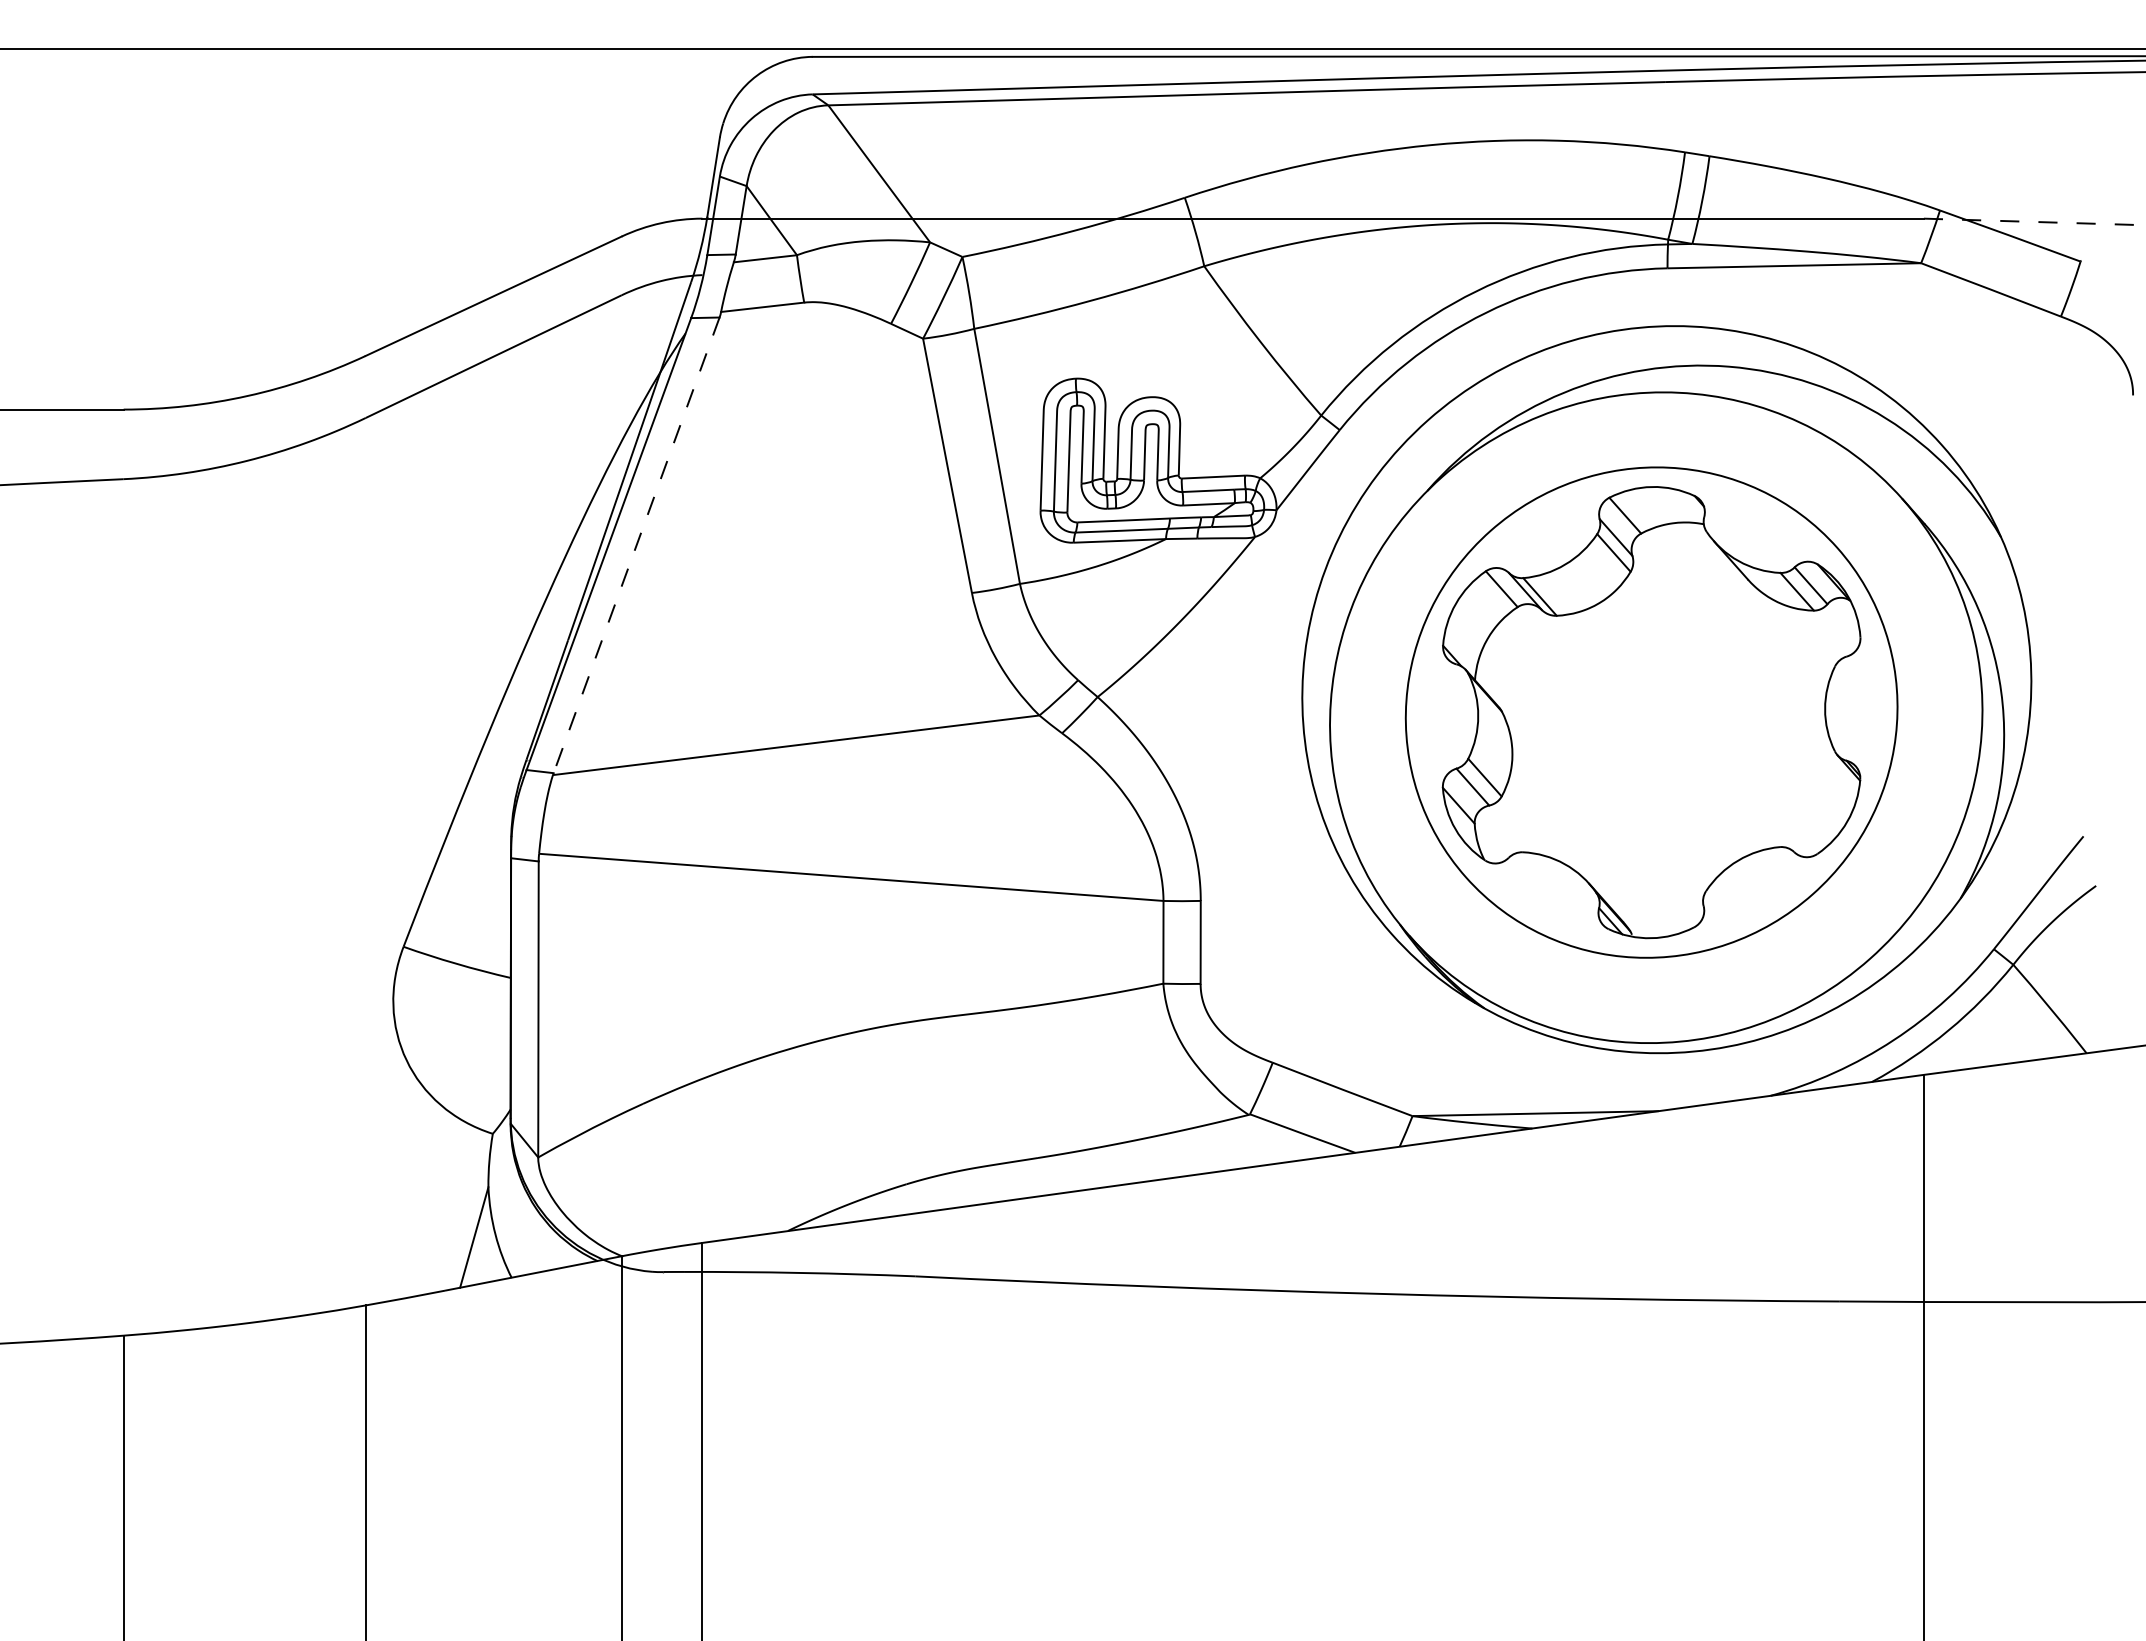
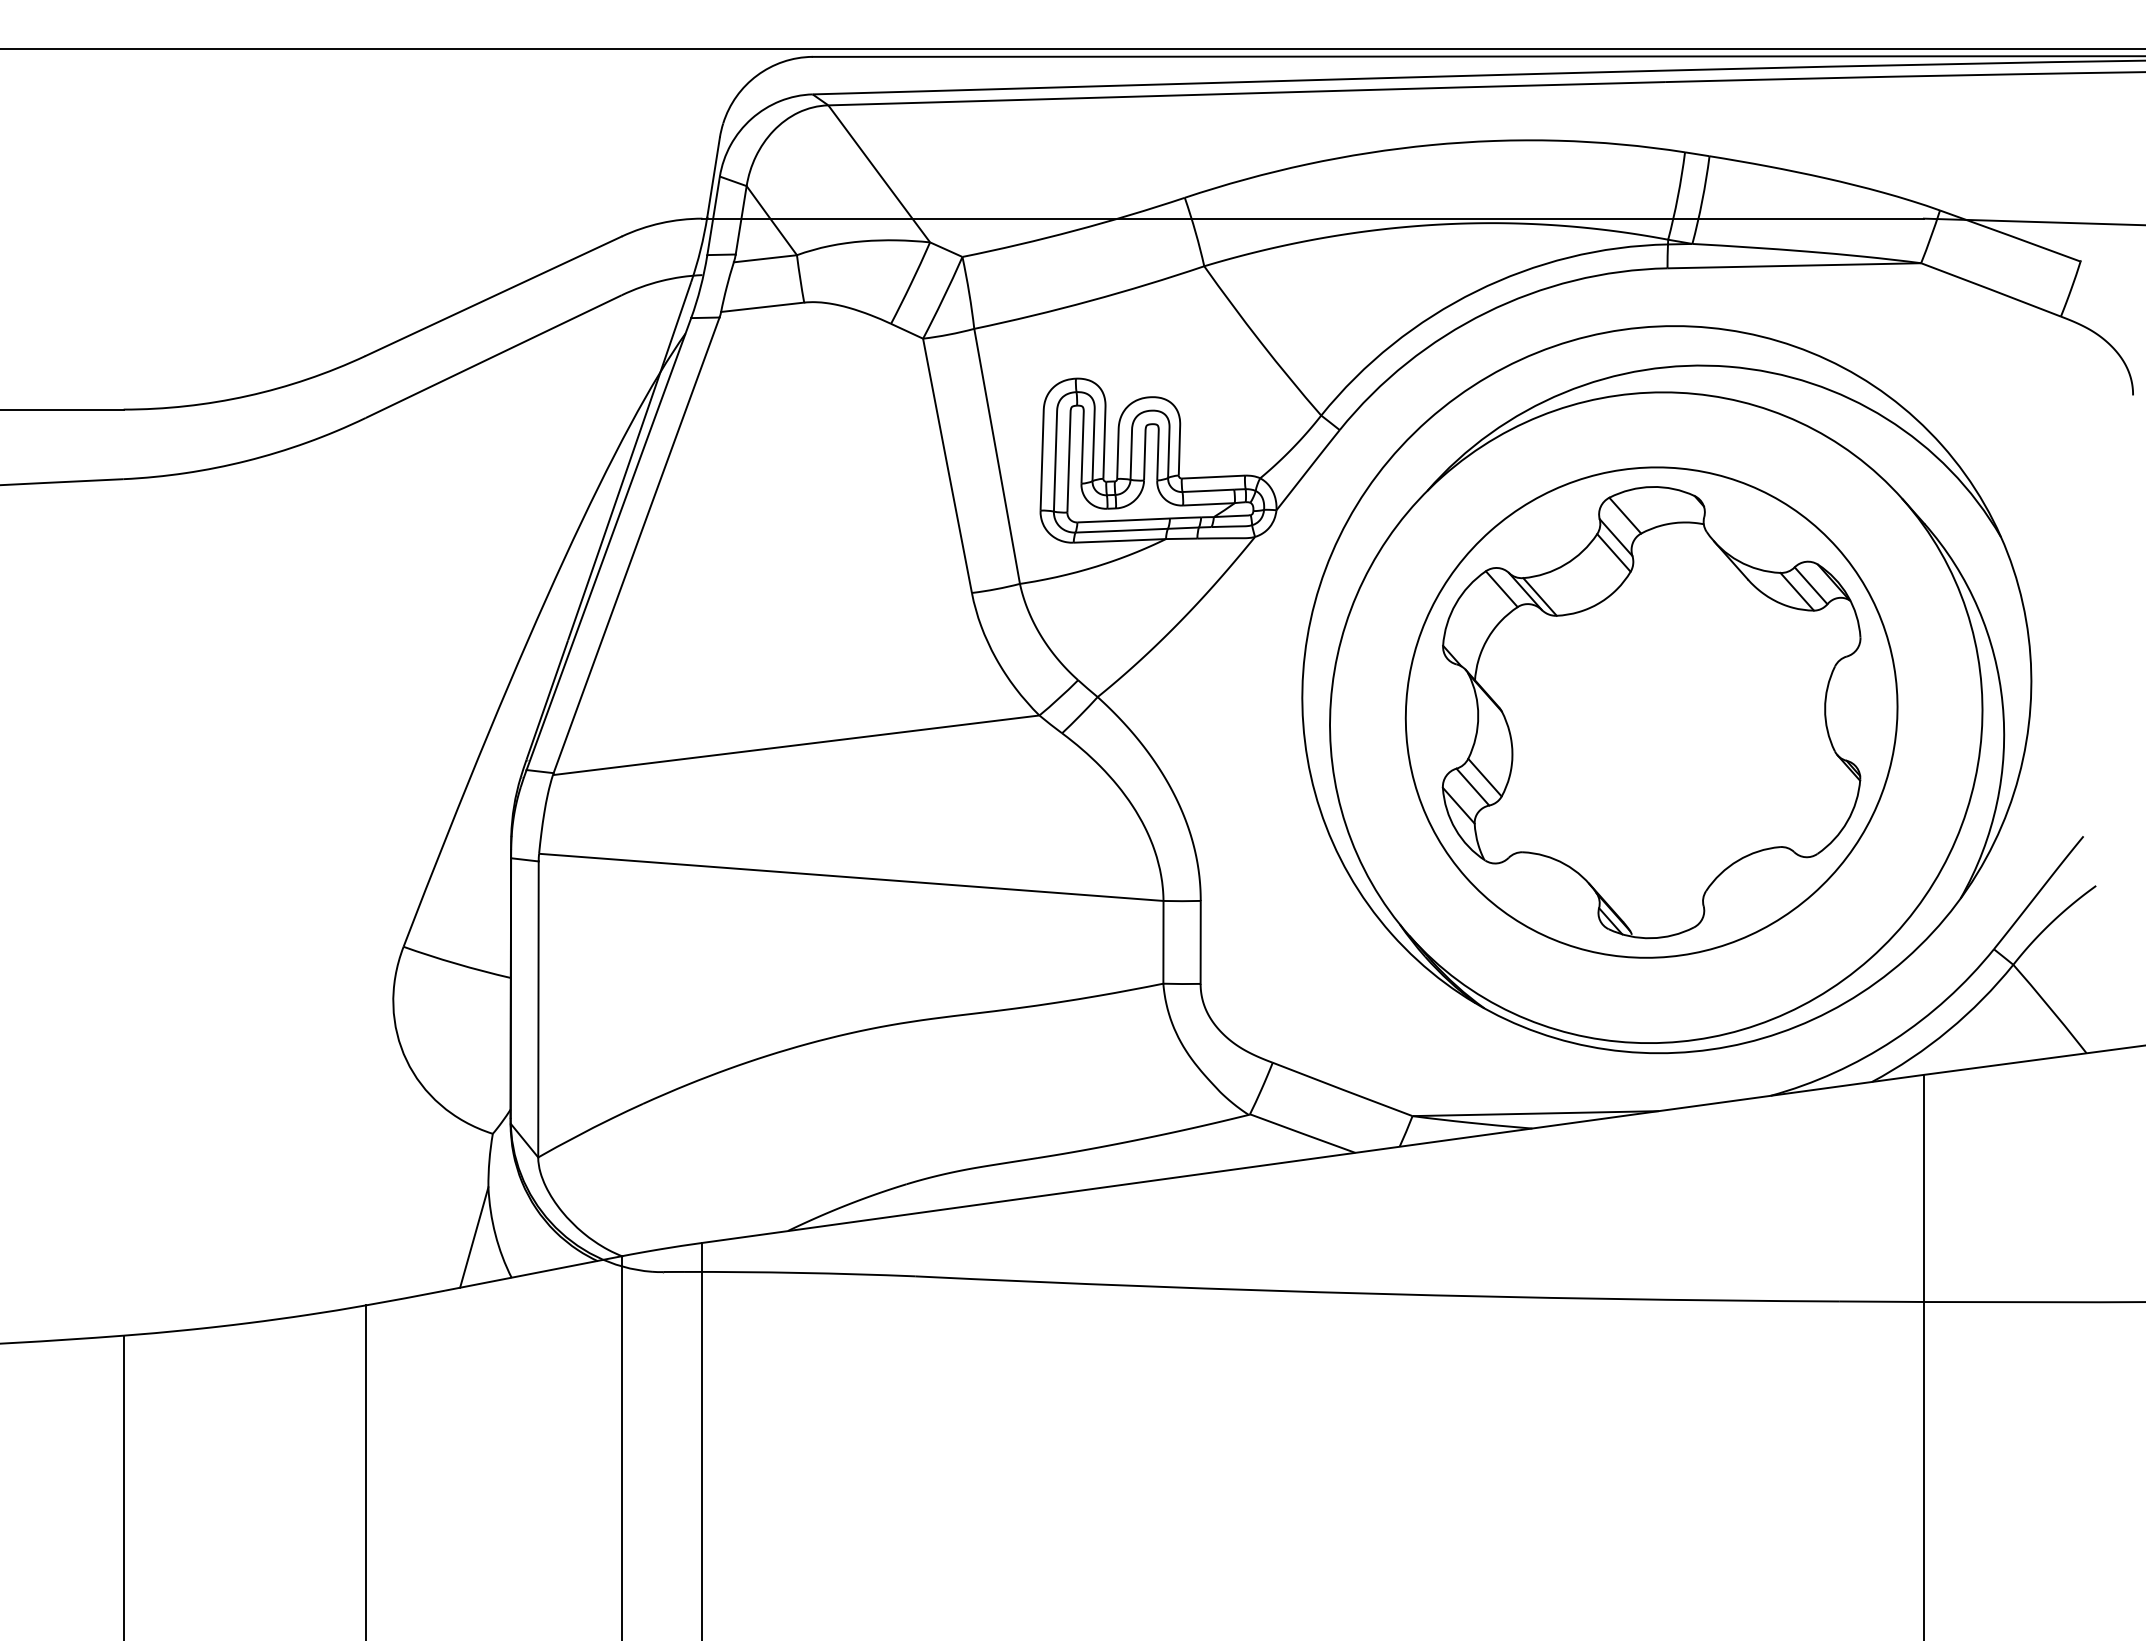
line at (2034, 221): dashed -> solid
line at (636, 545): dashed -> solid
